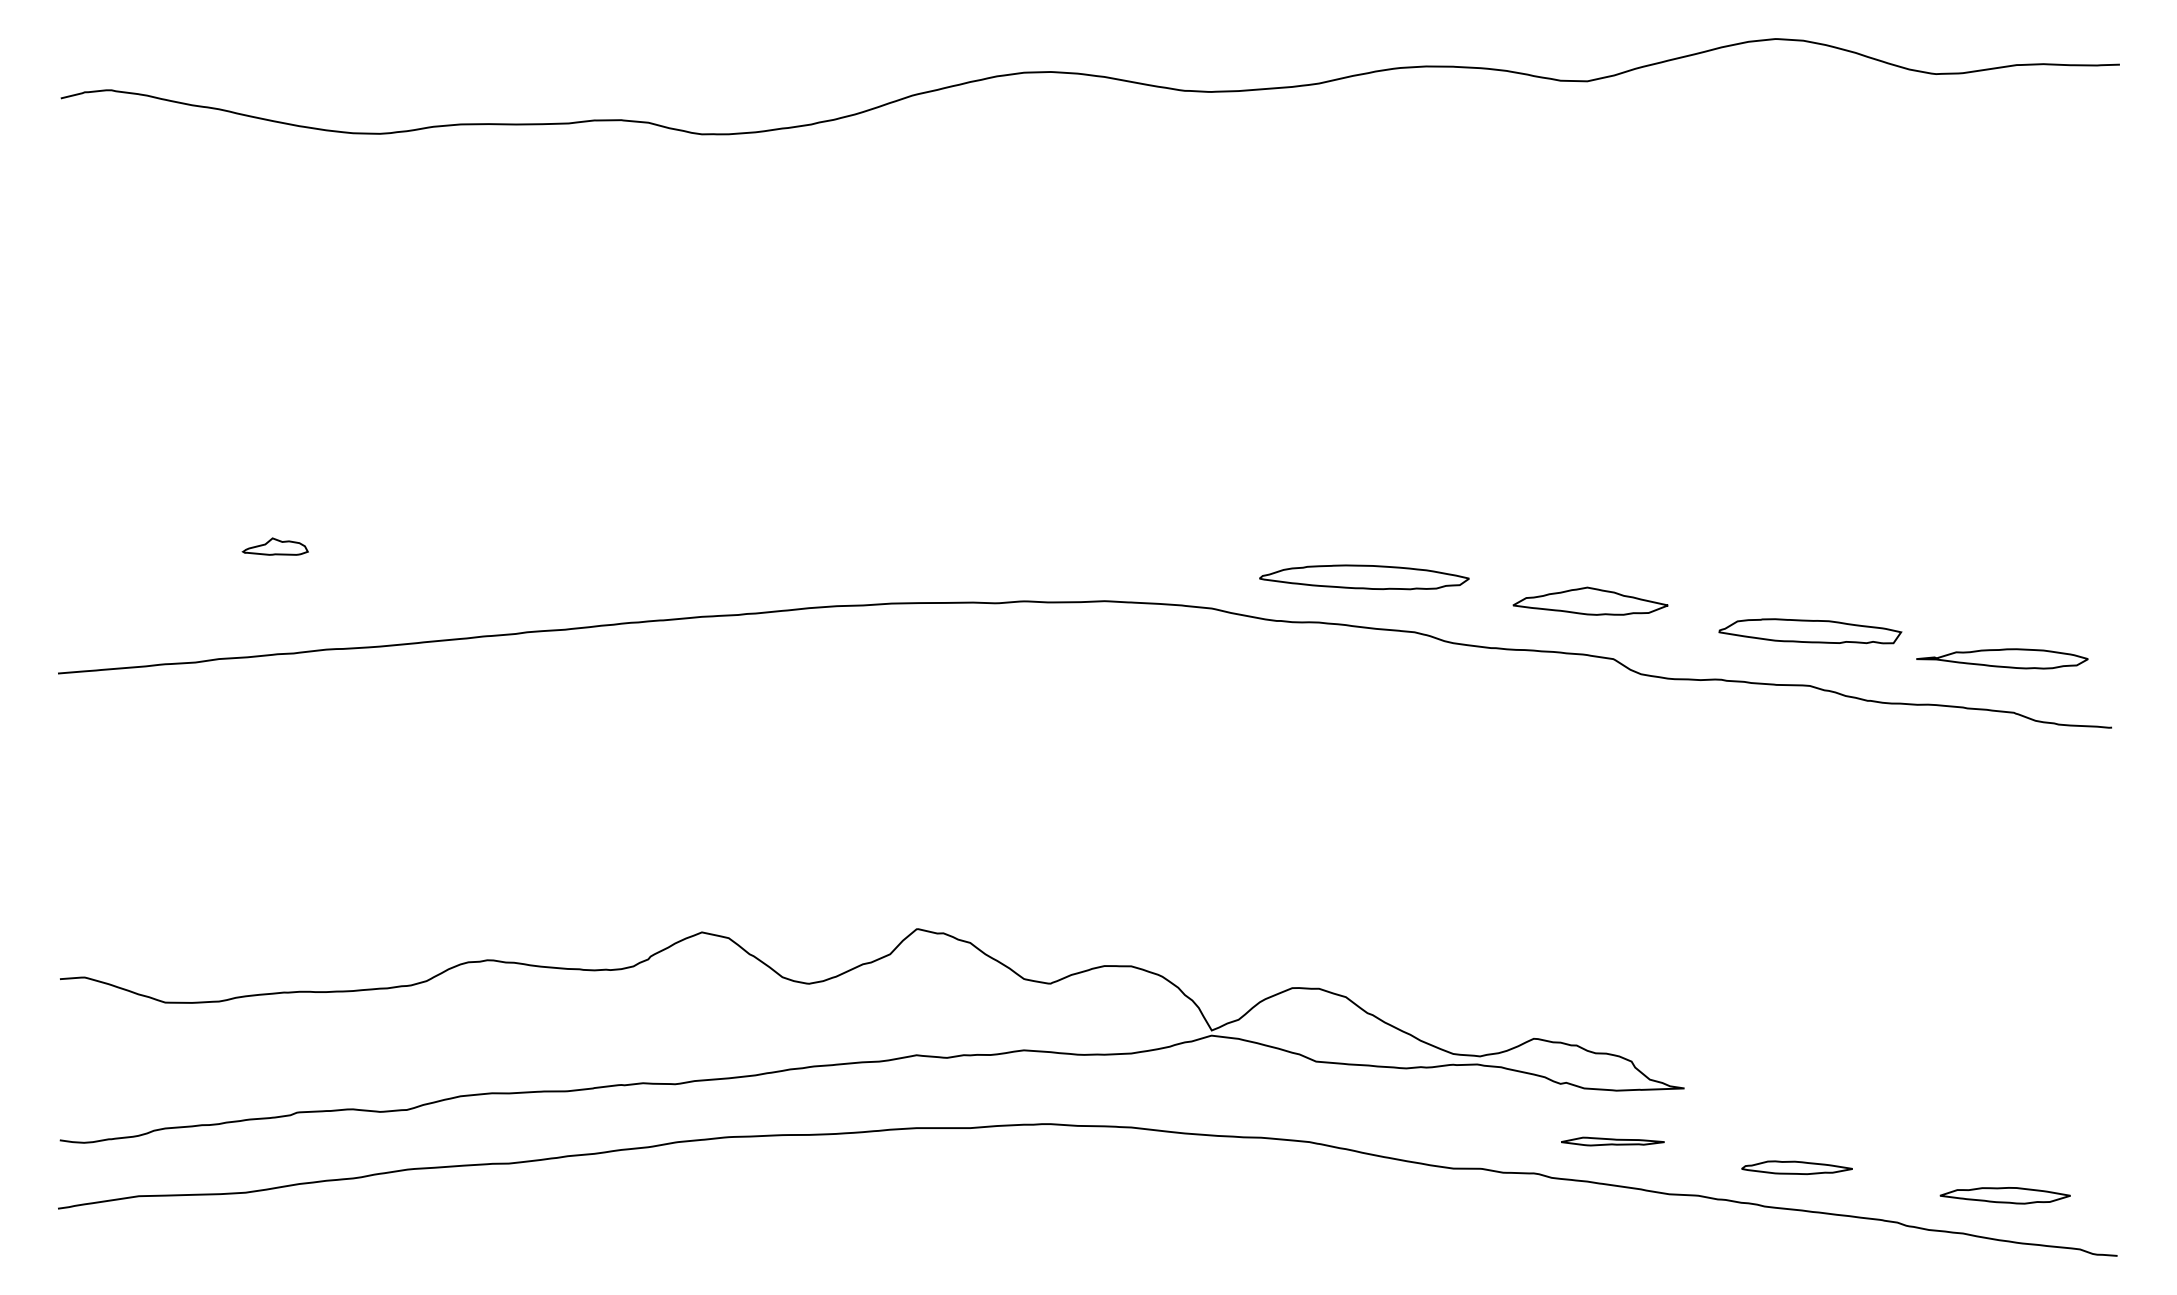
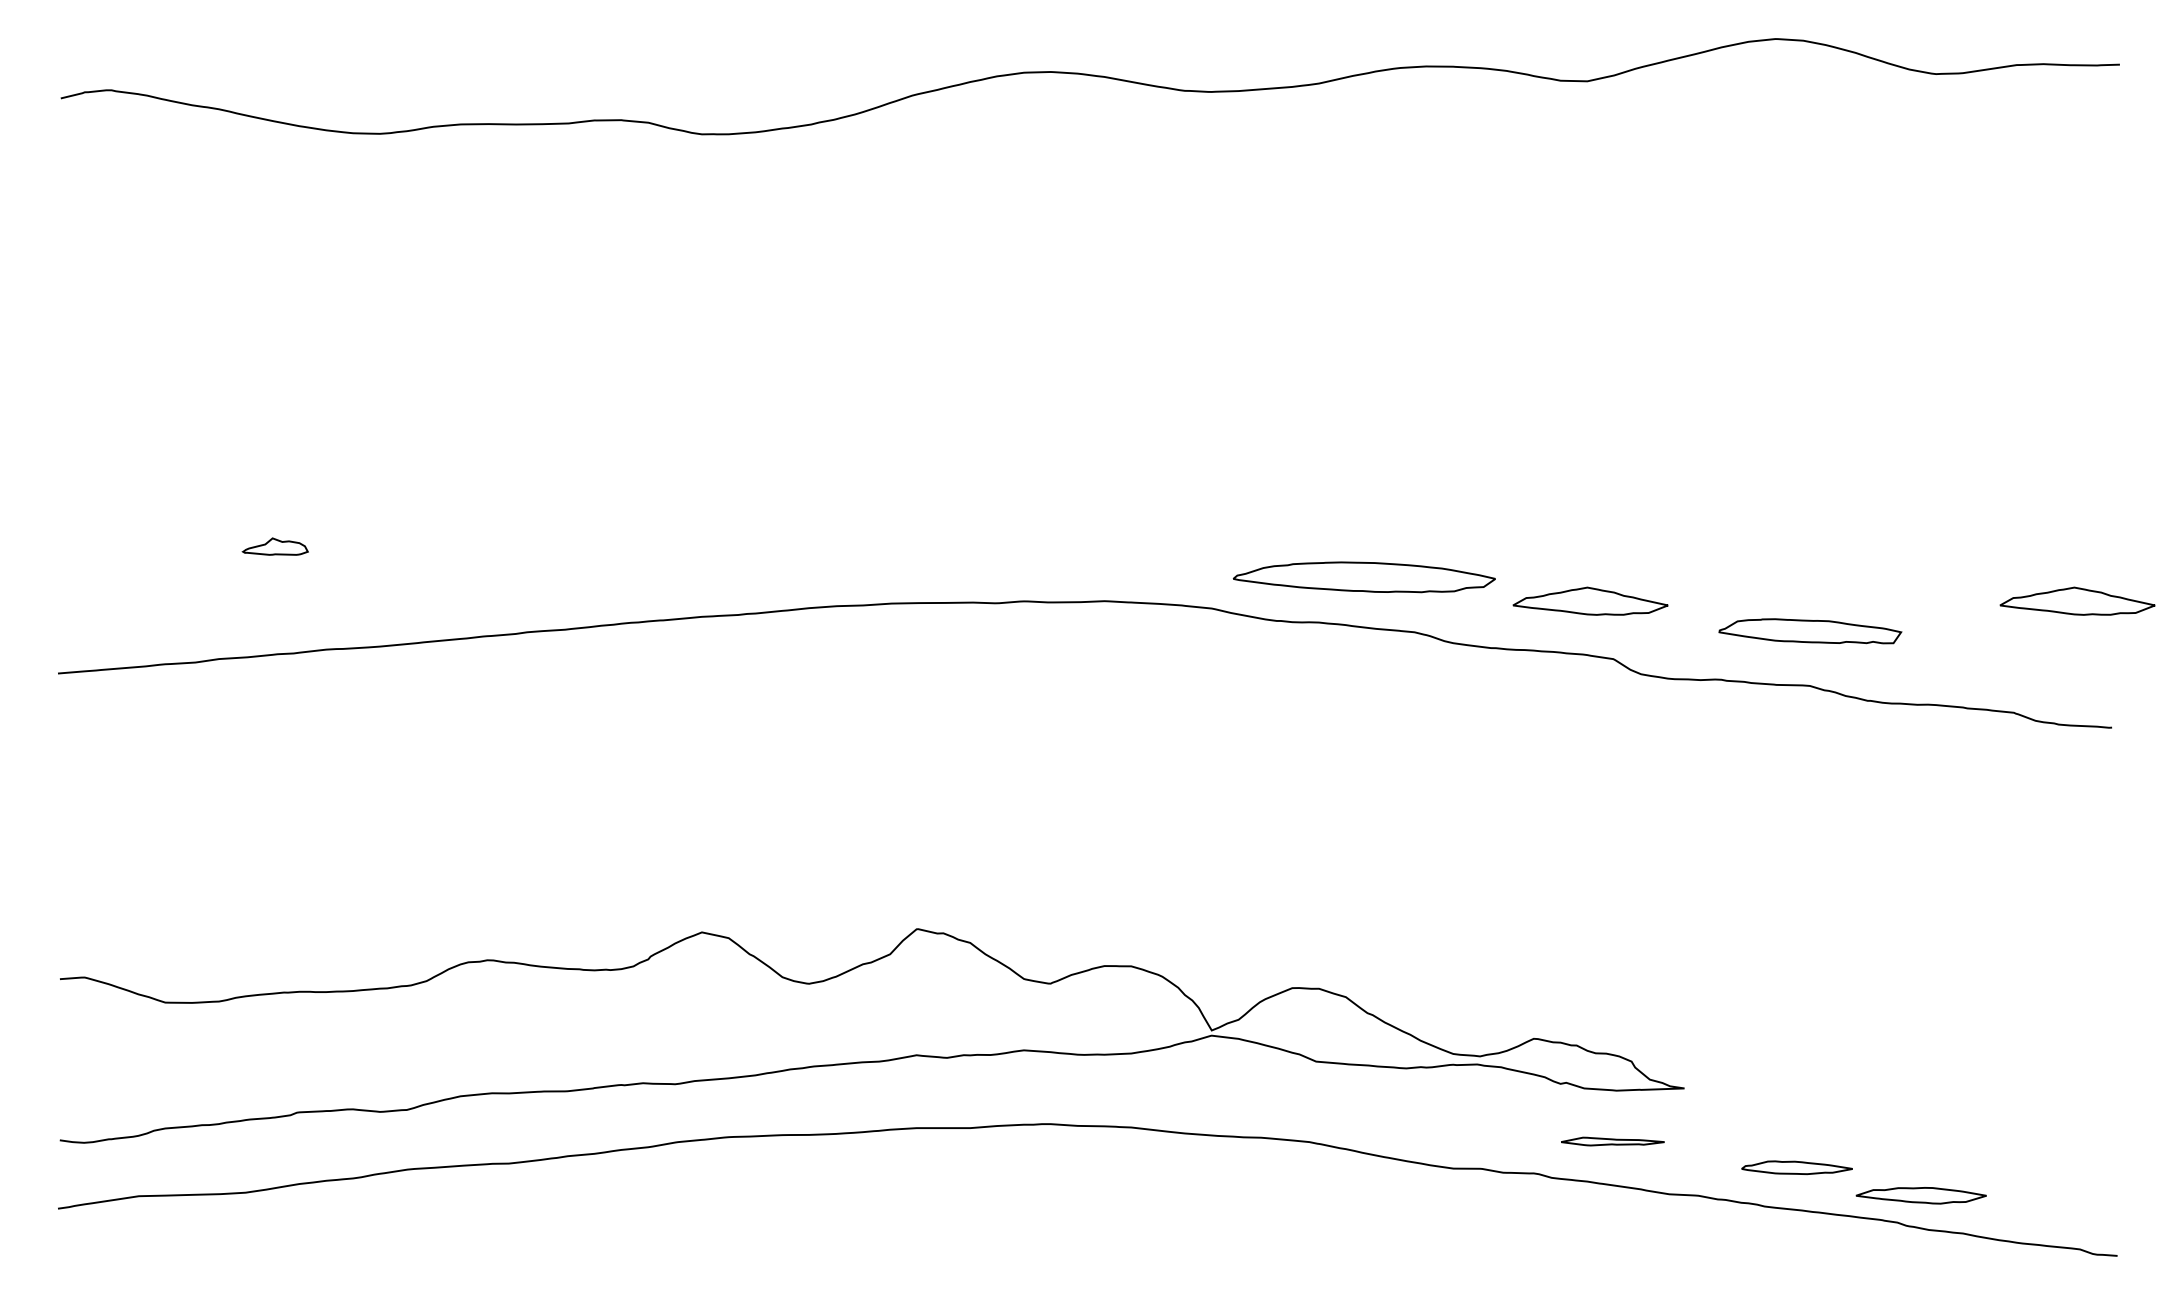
part at (1364, 577) size: 211x27 px -> 264x33 px
part at (2077, 600): none -> present
part at (2002, 658): present -> none
part at (2004, 1195) position: (2004, 1195) -> (1920, 1195)
